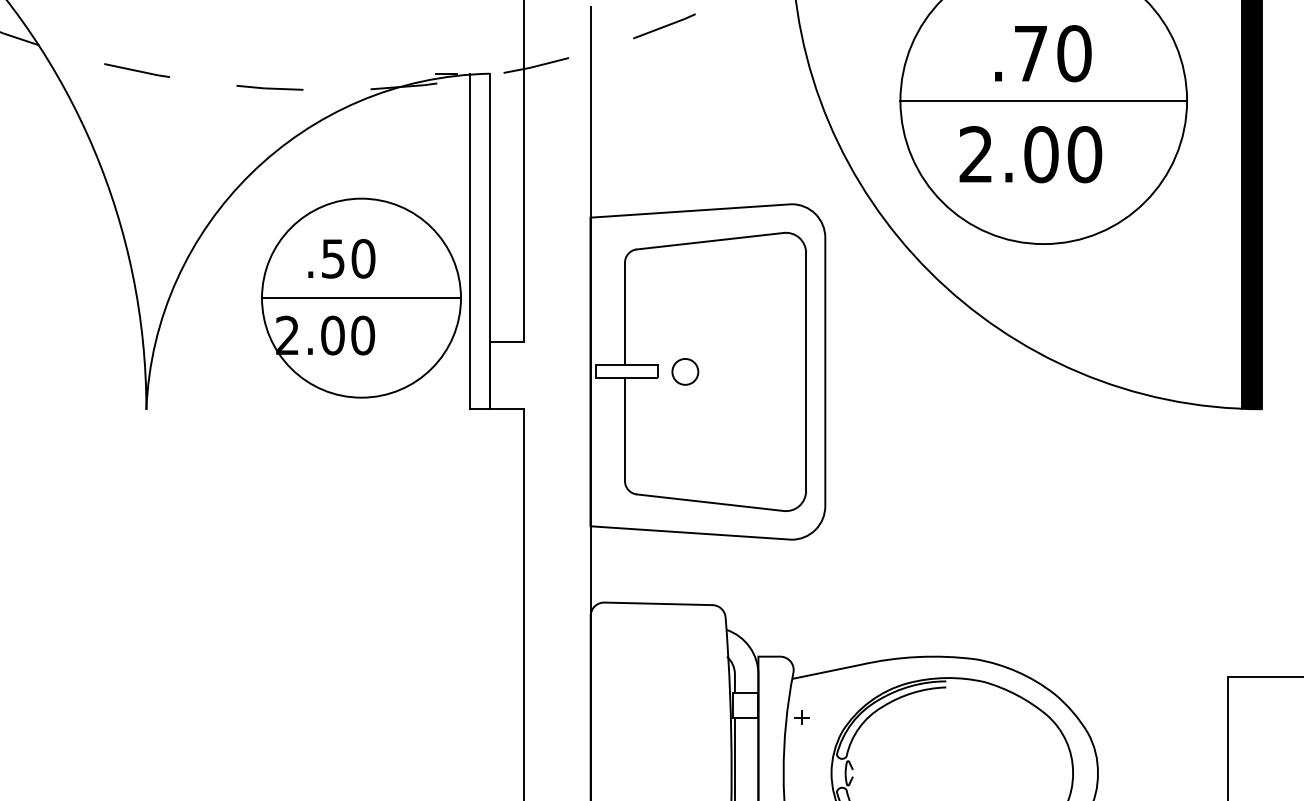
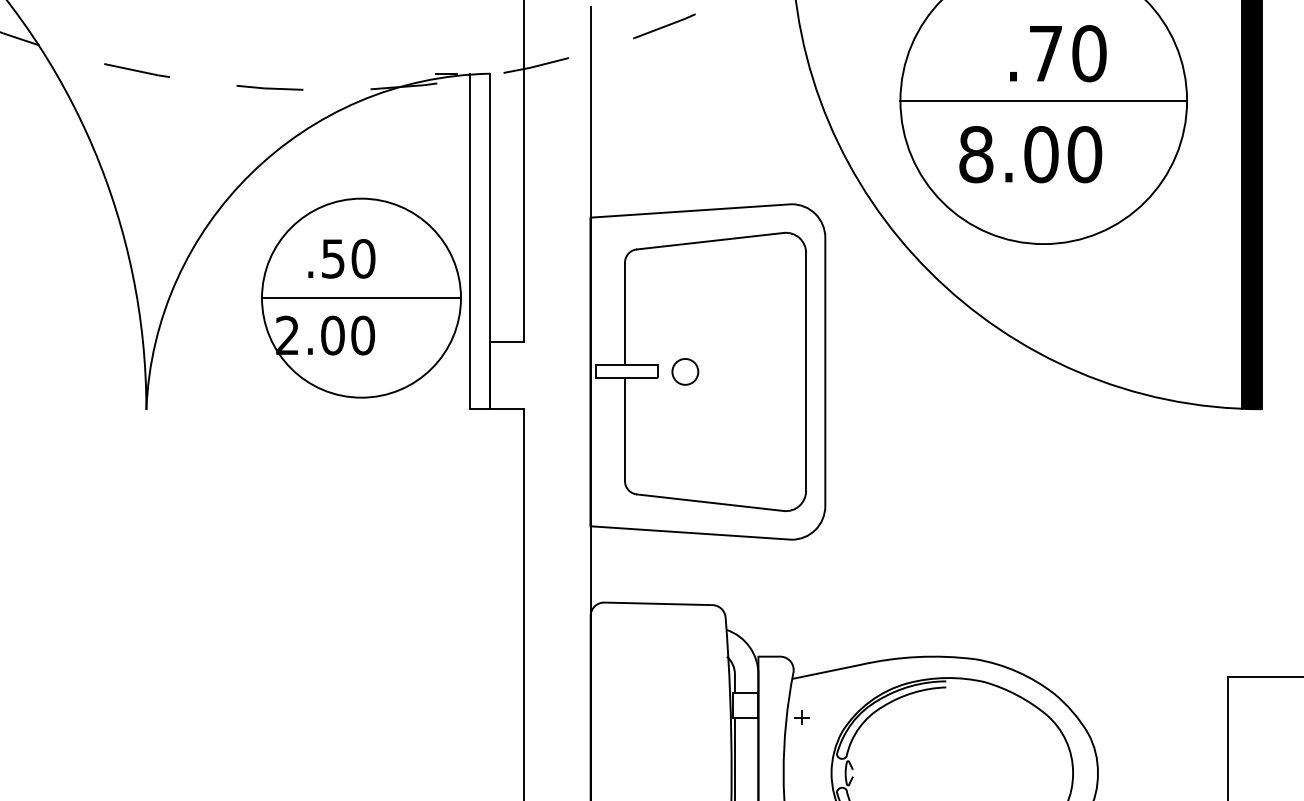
text at (1043, 53) position: (1043, 53) -> (1058, 53)
text at (976, 154): 2.00 -> 8.00
